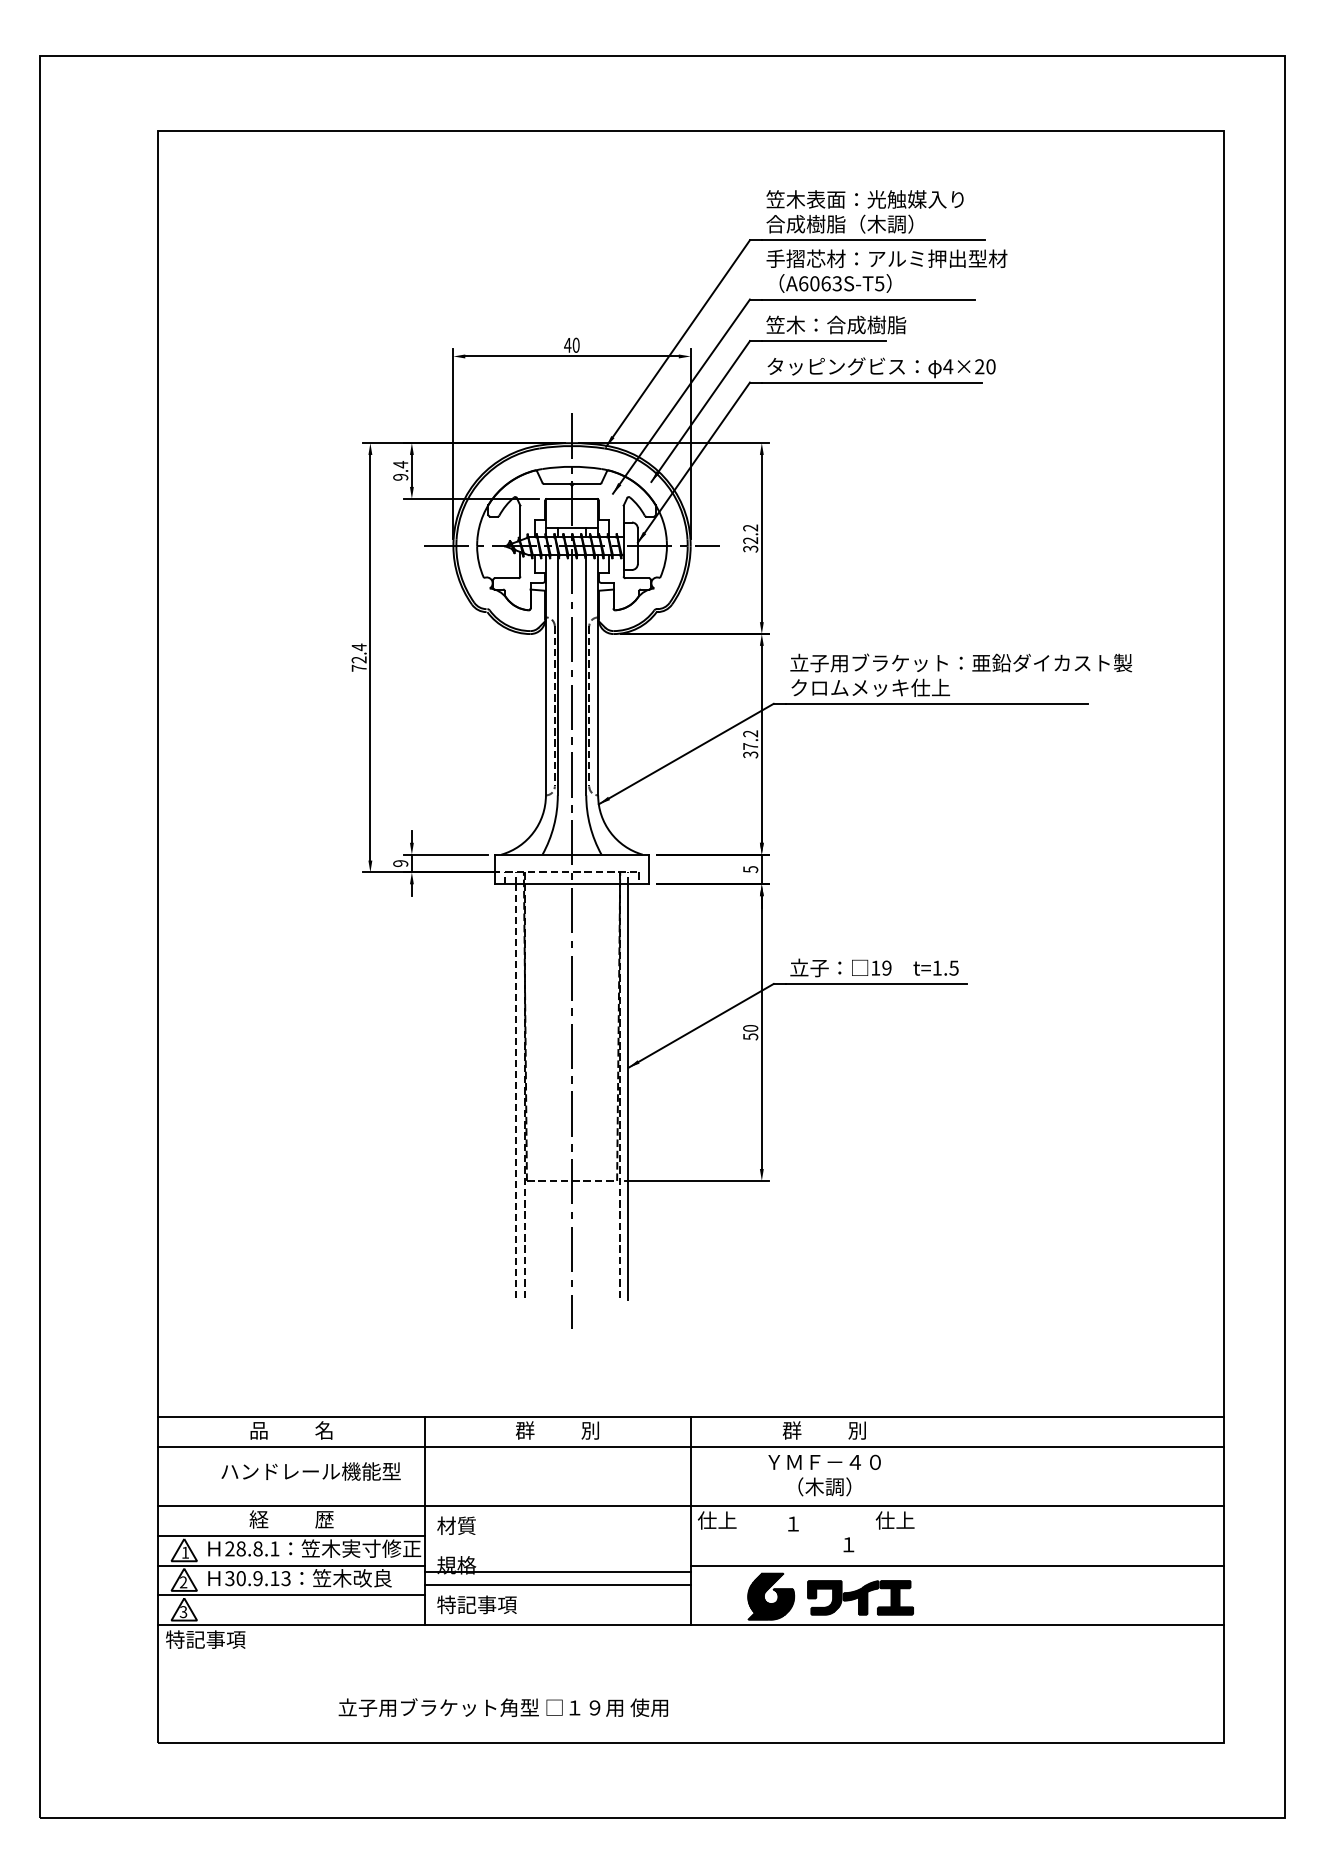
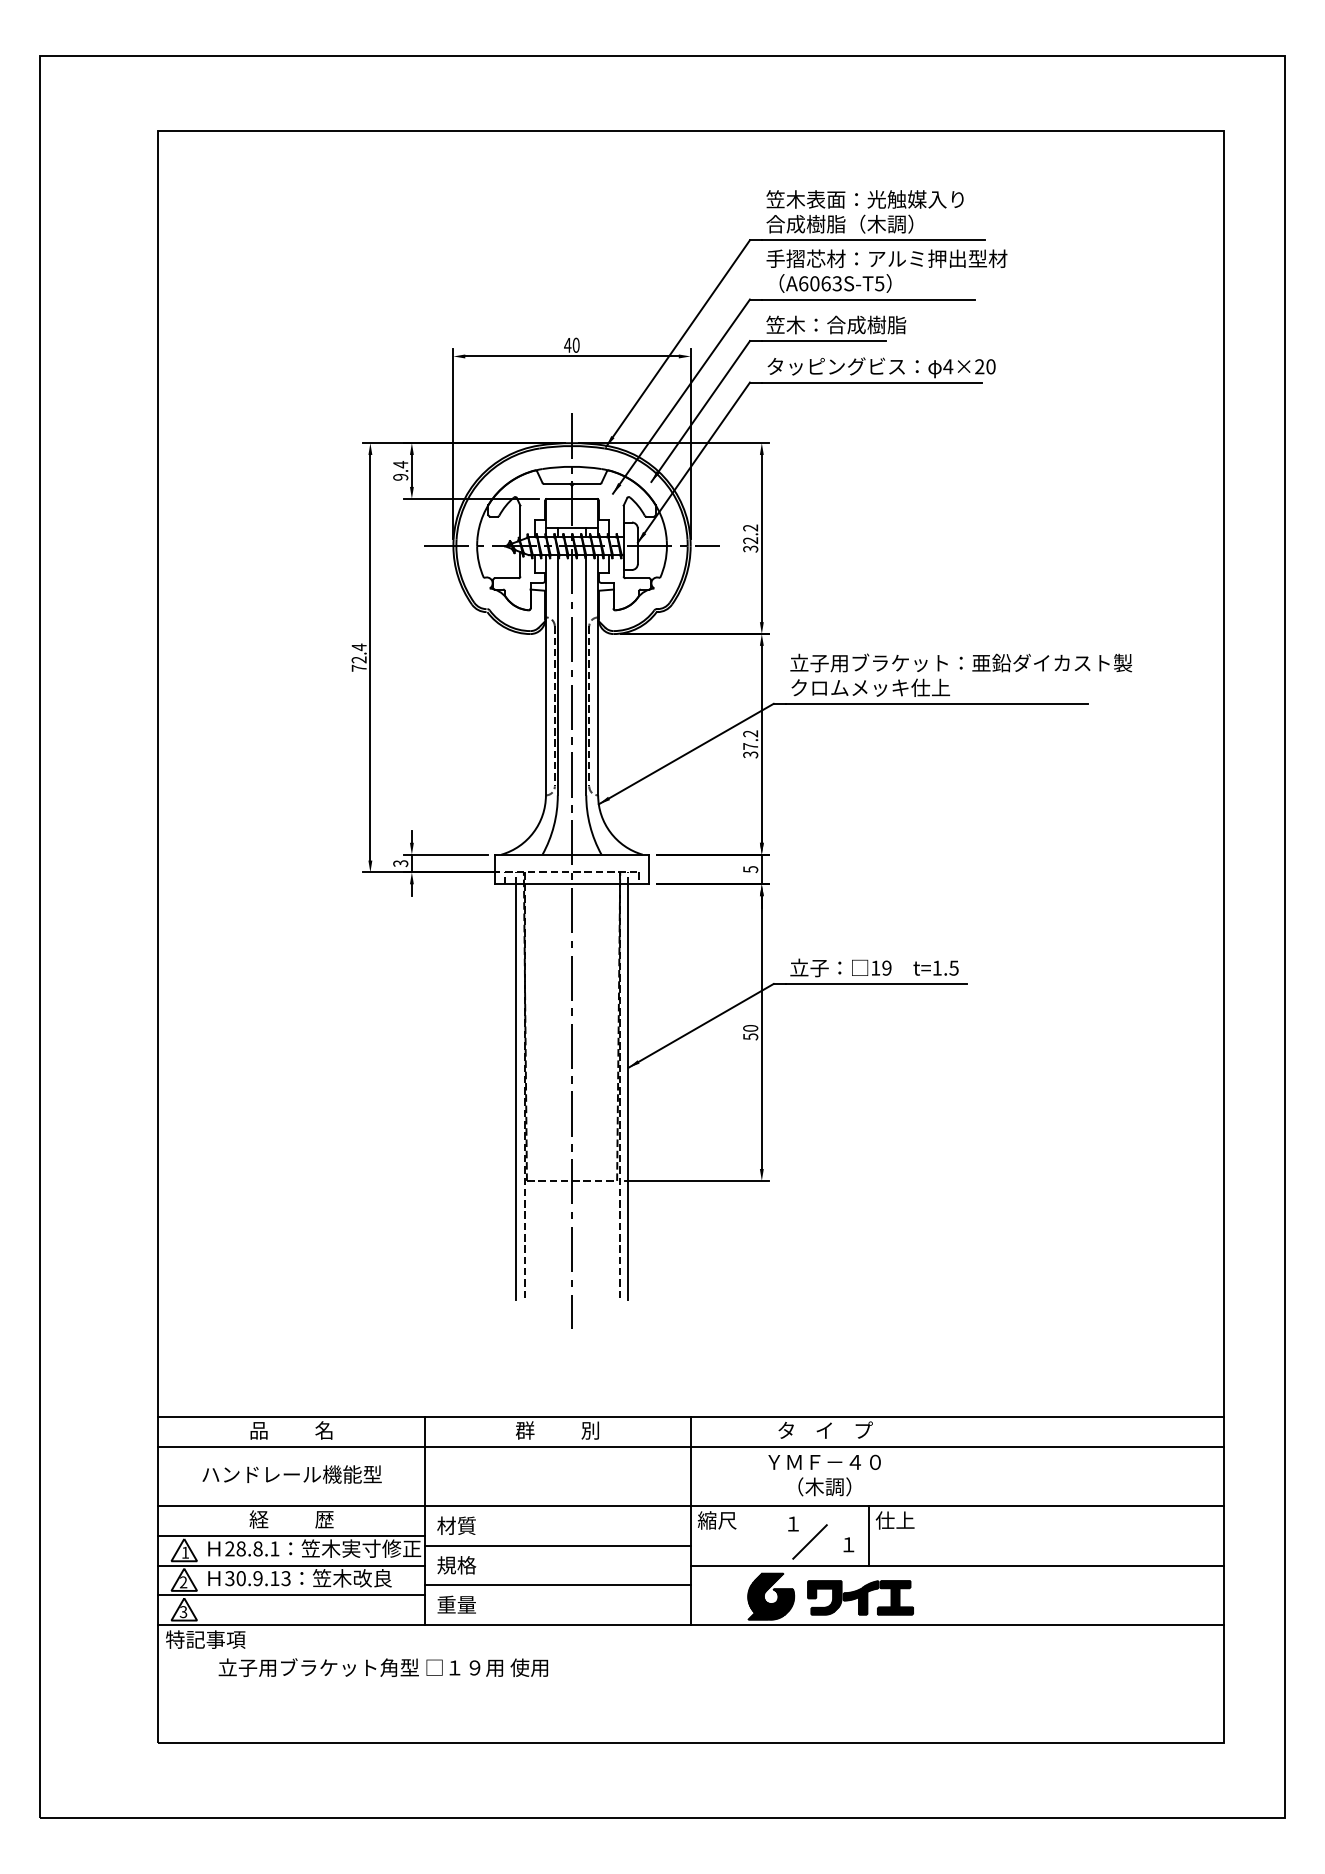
text at (400, 863): 9 -> 3
line at (515, 1091): dashed -> solid
text at (825, 1430): 群          別 -> タ    イ    プ
text at (310, 1471) position: (310, 1471) -> (291, 1474)
text at (716, 1520): 仕上 -> 縮尺
line at (869, 1535): none -> present
line at (809, 1541): none -> present
line at (557, 1571) position: (557, 1571) -> (557, 1545)
text at (476, 1604): 特記事項 -> 重量
text at (502, 1707) position: (502, 1707) -> (382, 1667)
